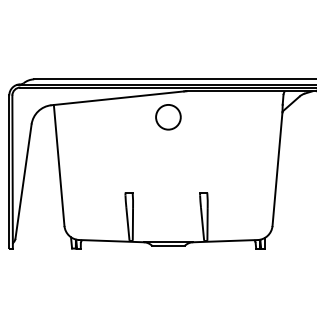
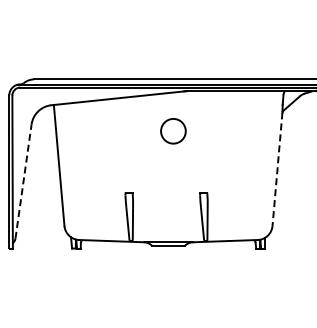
circle at (168, 117) position: (168, 117) -> (173, 131)
line at (277, 169): solid -> dashed
line at (23, 181): solid -> dashed
